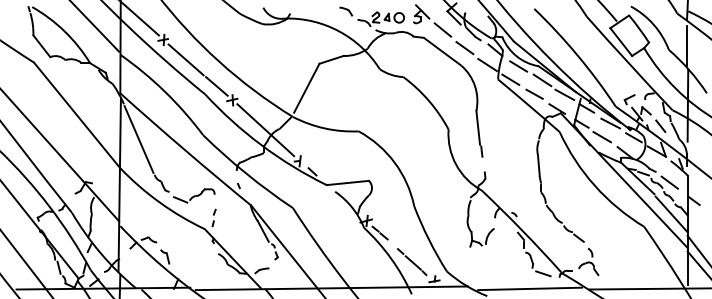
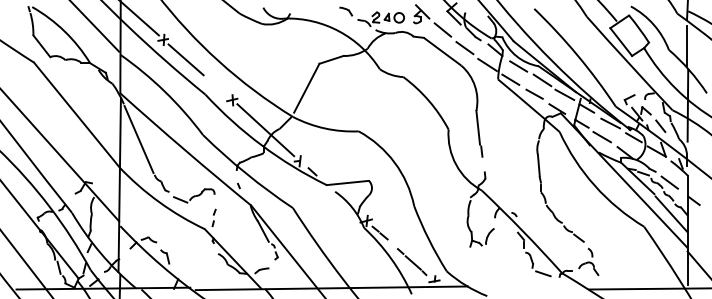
line at (216, 86): present -> none
line at (697, 248): present -> none
line at (530, 288): present -> none
